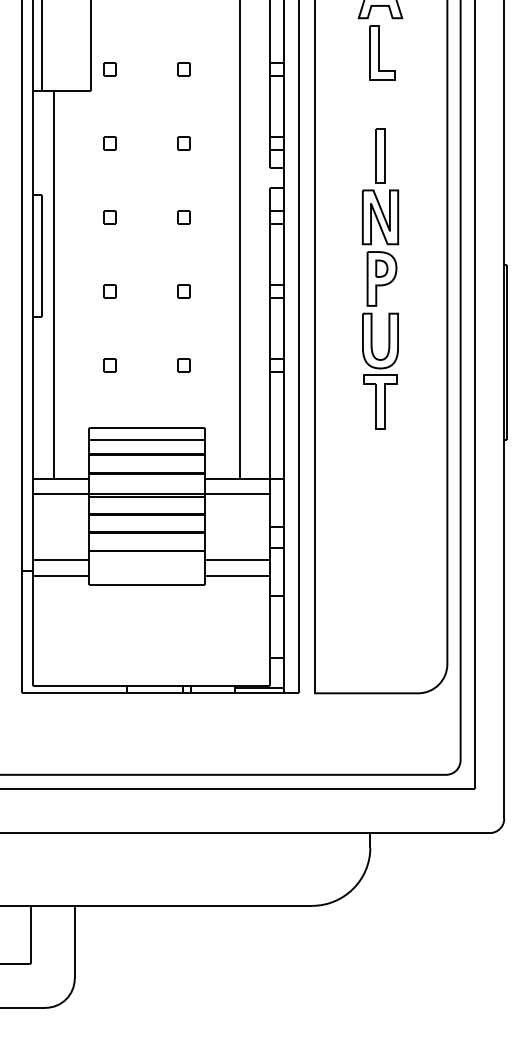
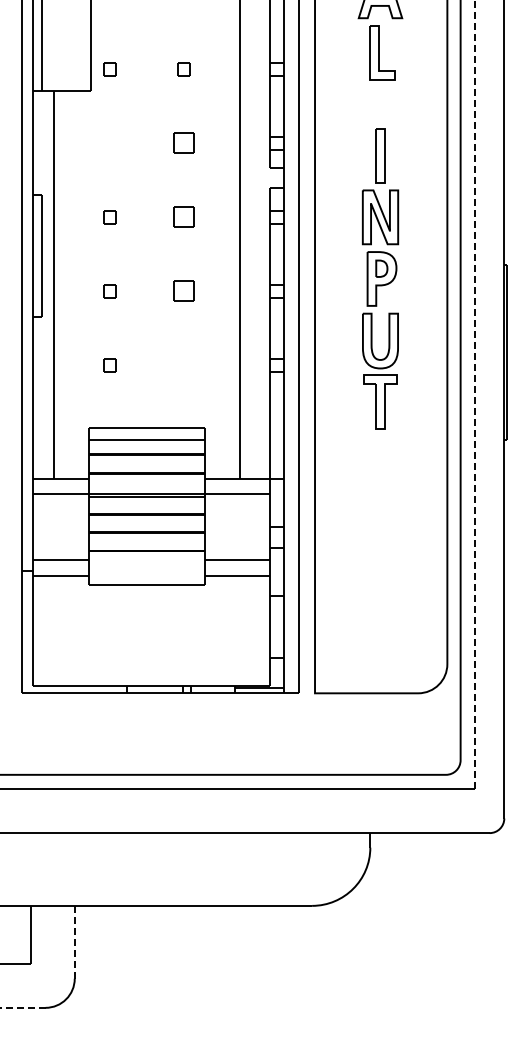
part at (109, 143): present -> none
part at (183, 143) size: 14x15 px -> 22x22 px
part at (183, 217) size: 14x15 px -> 22x22 px
part at (183, 291) size: 14x15 px -> 22x22 px
part at (183, 365): present -> none
line at (475, 394): solid -> dashed
line at (74, 941): solid -> dashed
line at (22, 1007): solid -> dashed
